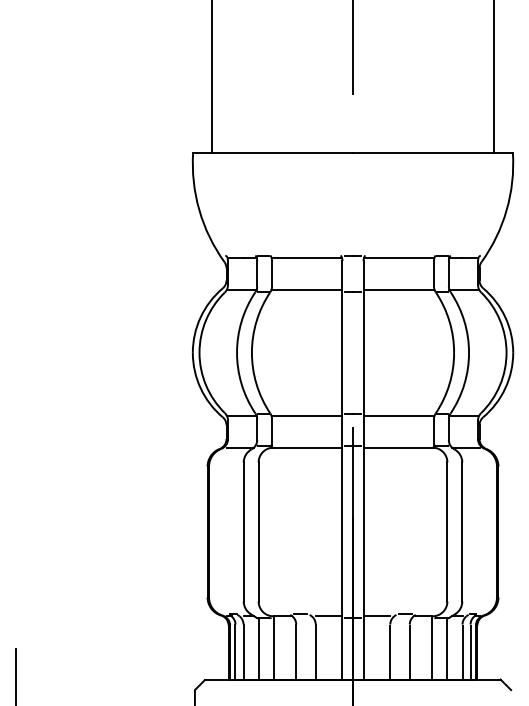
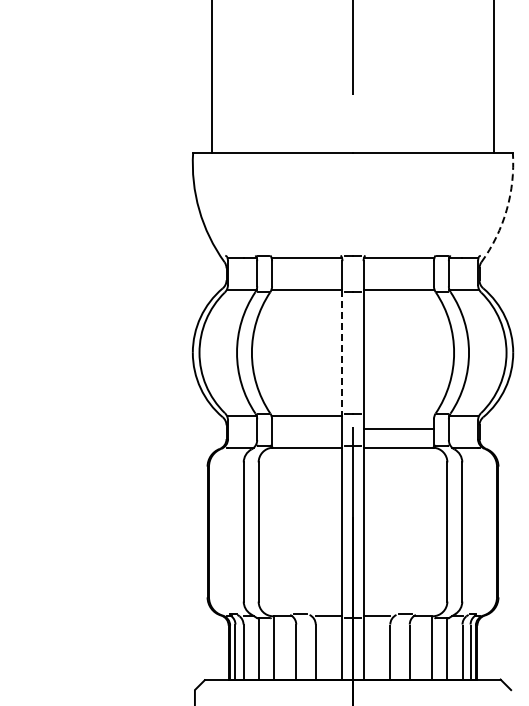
arc at (506, 210): solid -> dashed
line at (342, 353): solid -> dashed
line at (398, 416) position: (398, 416) -> (398, 429)
line at (15, 674): present -> none
